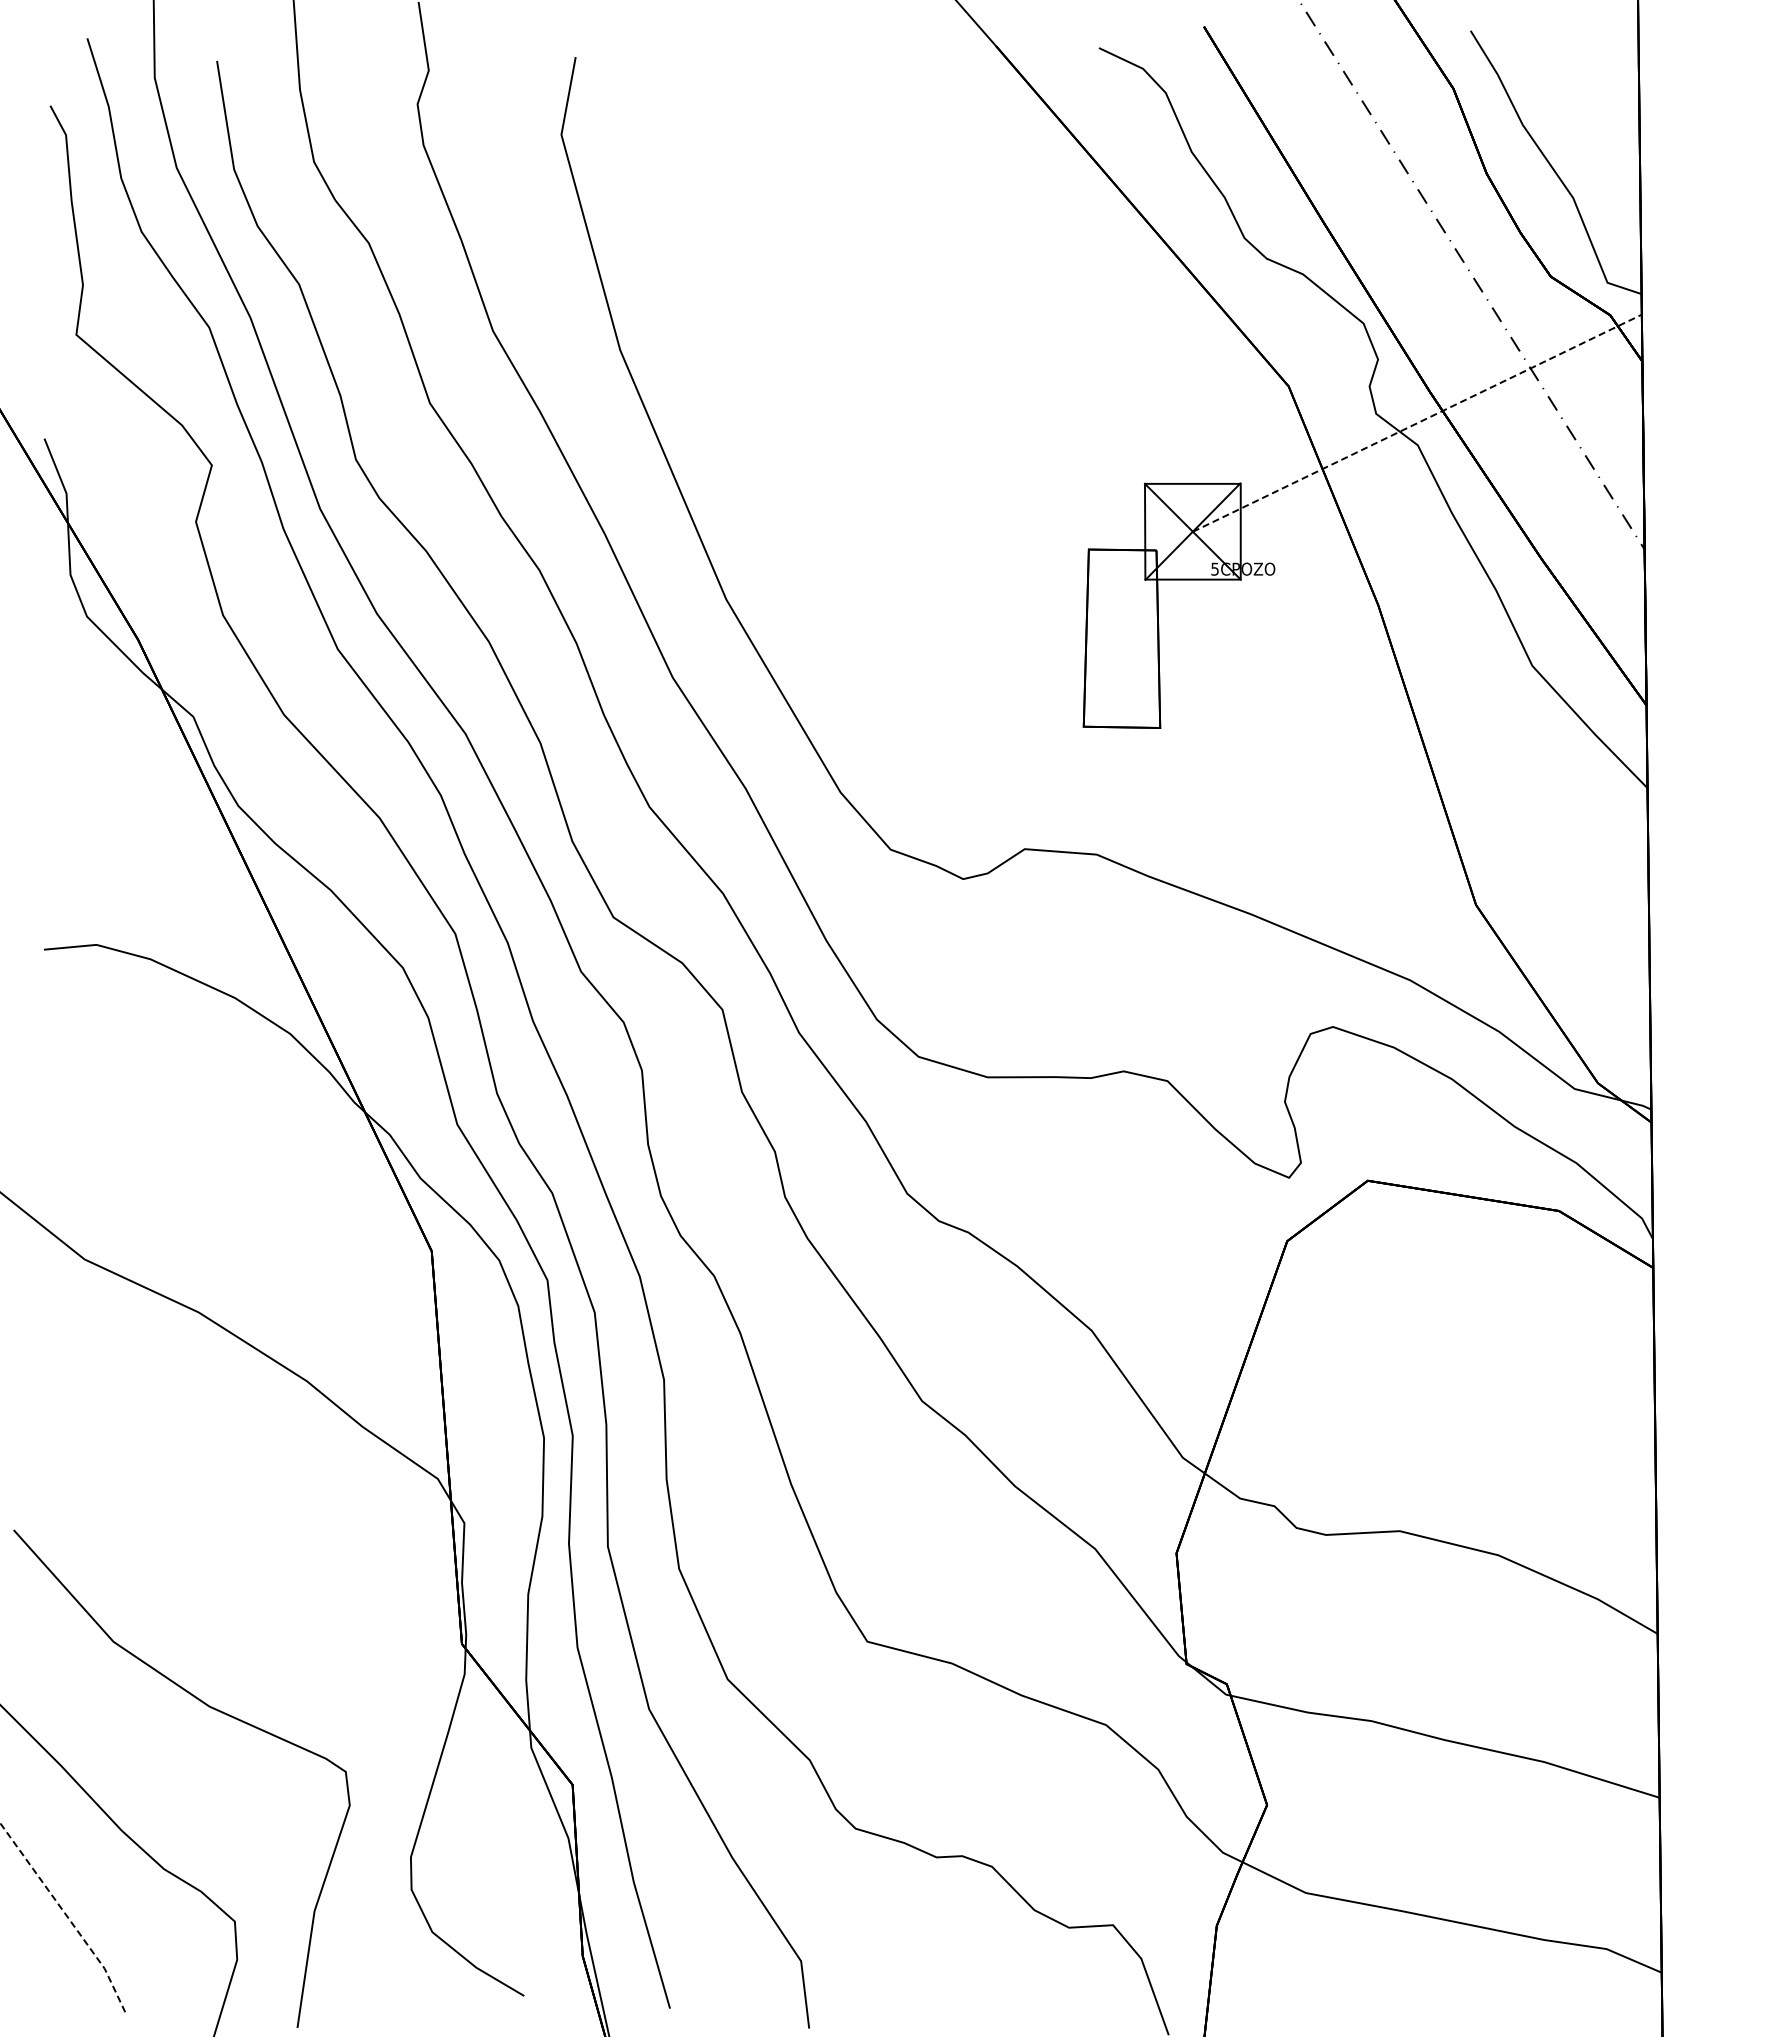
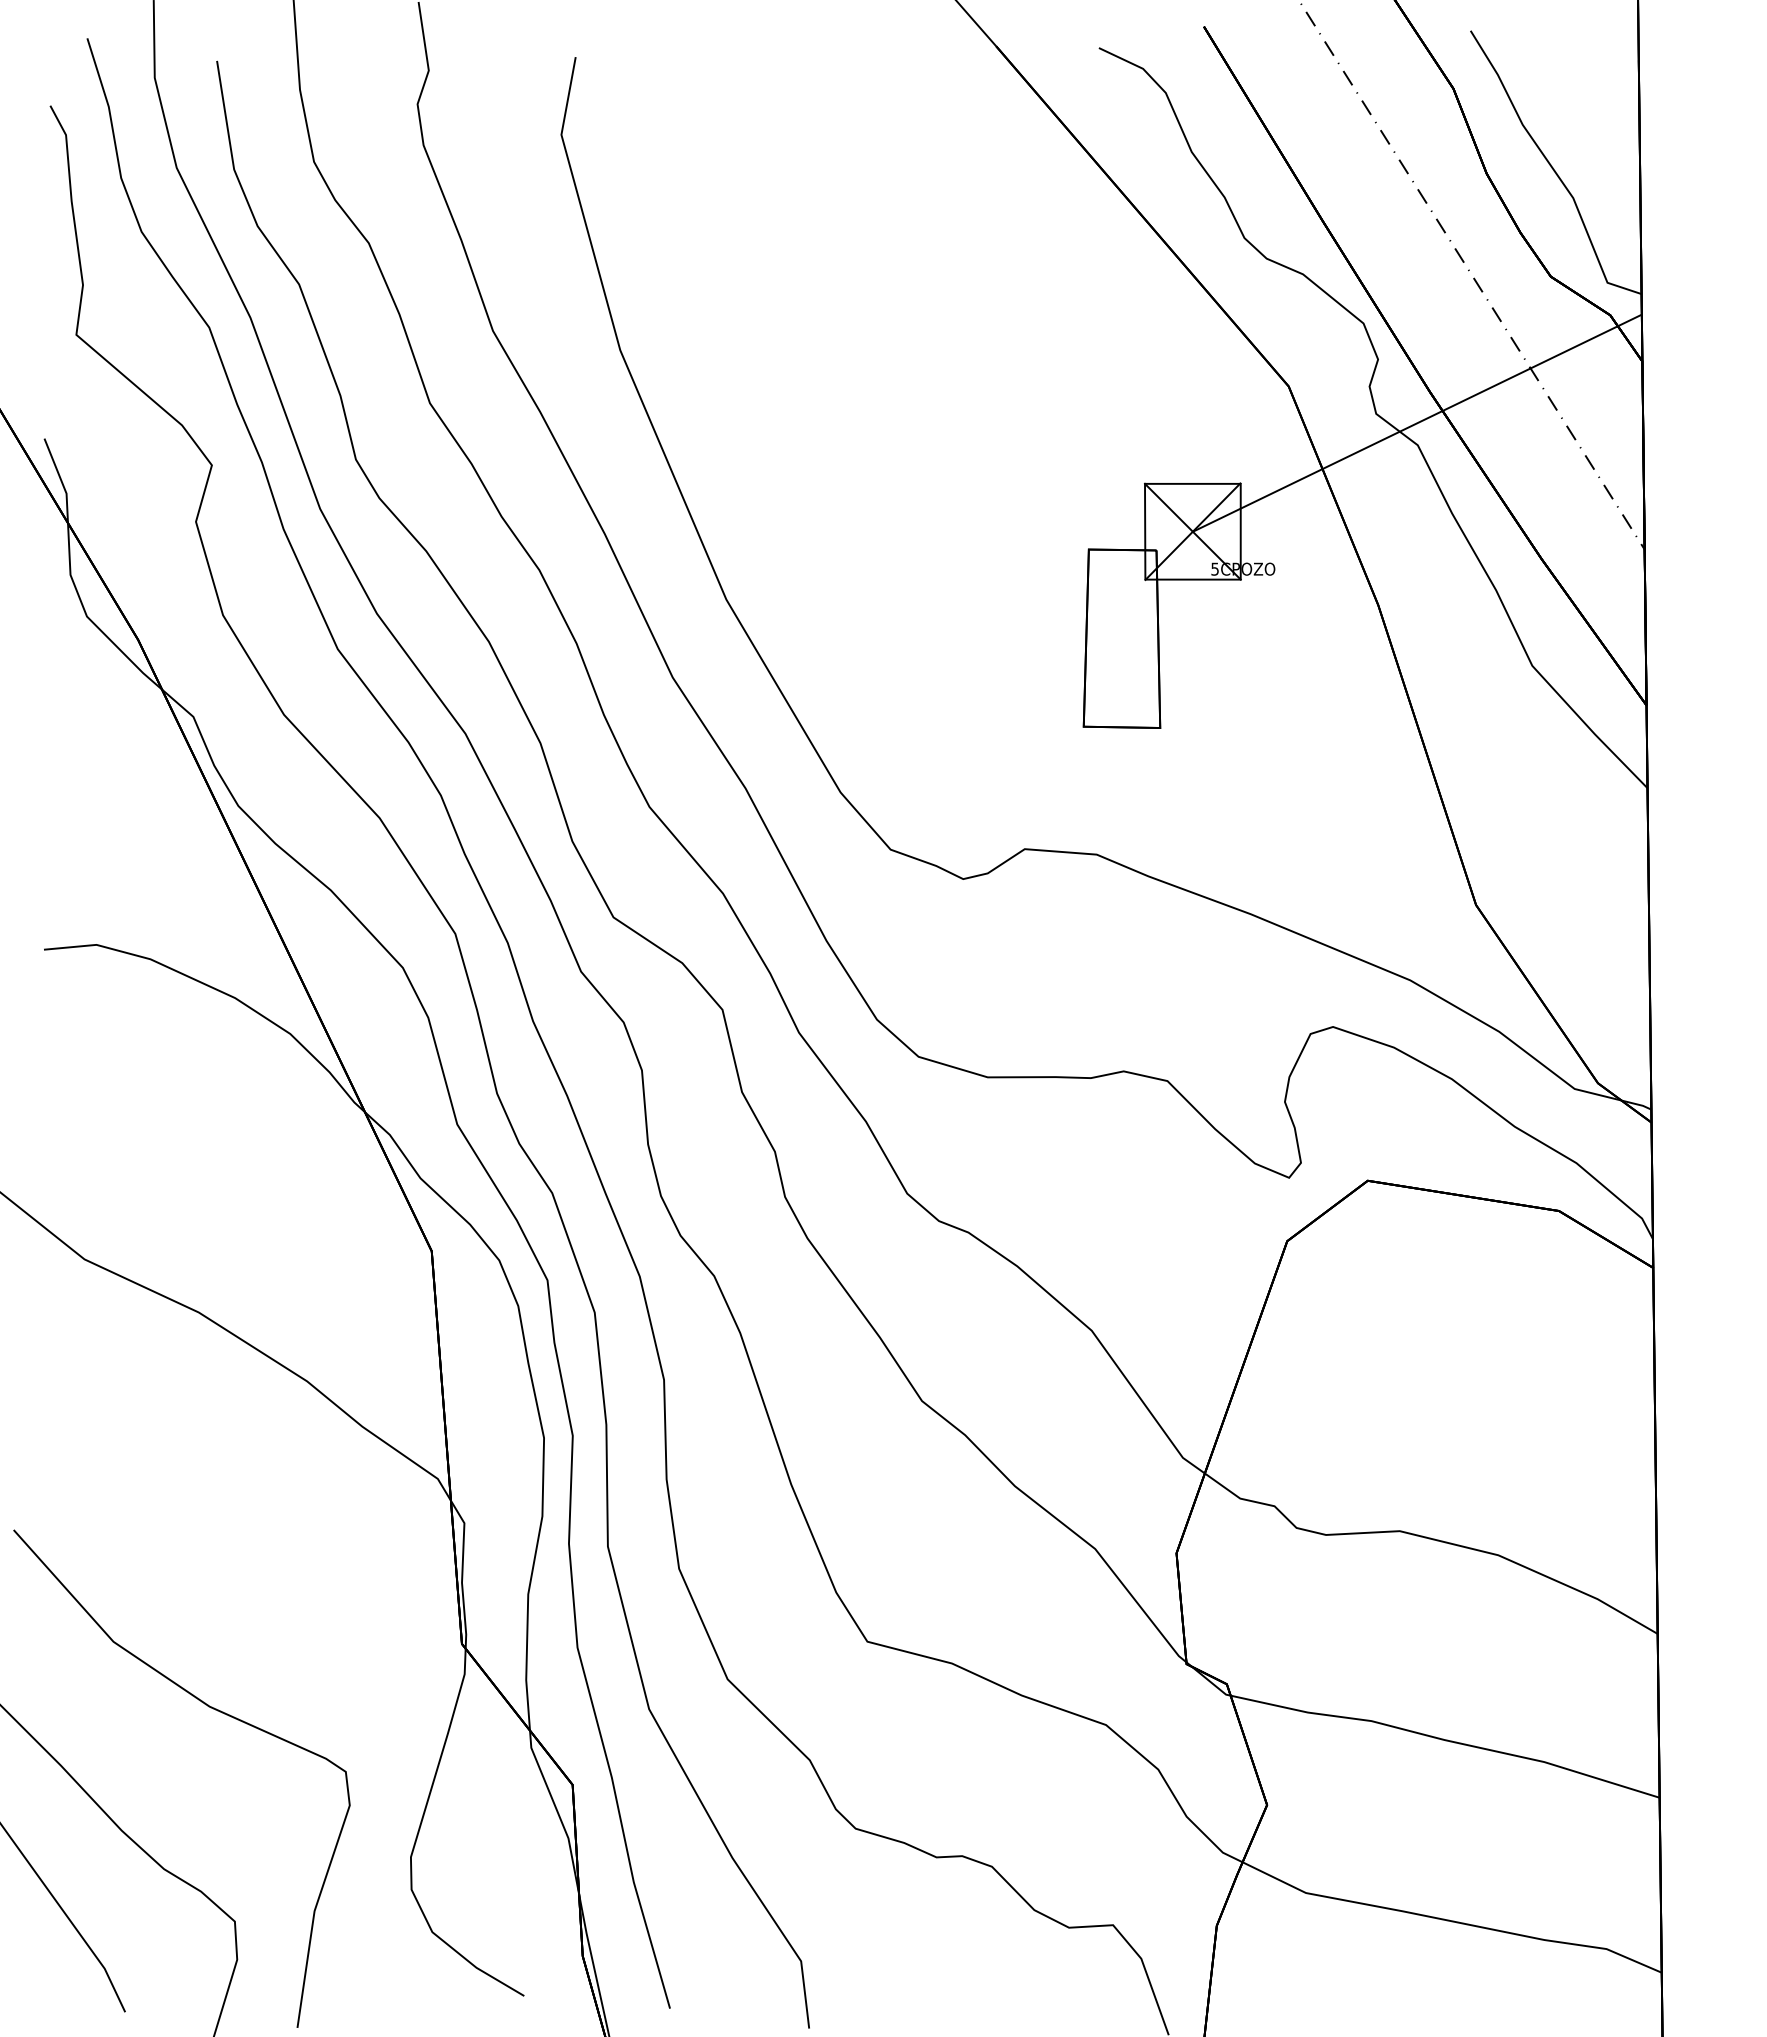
line at (1417, 423): dashed -> solid
line at (66, 1916): dashed -> solid
